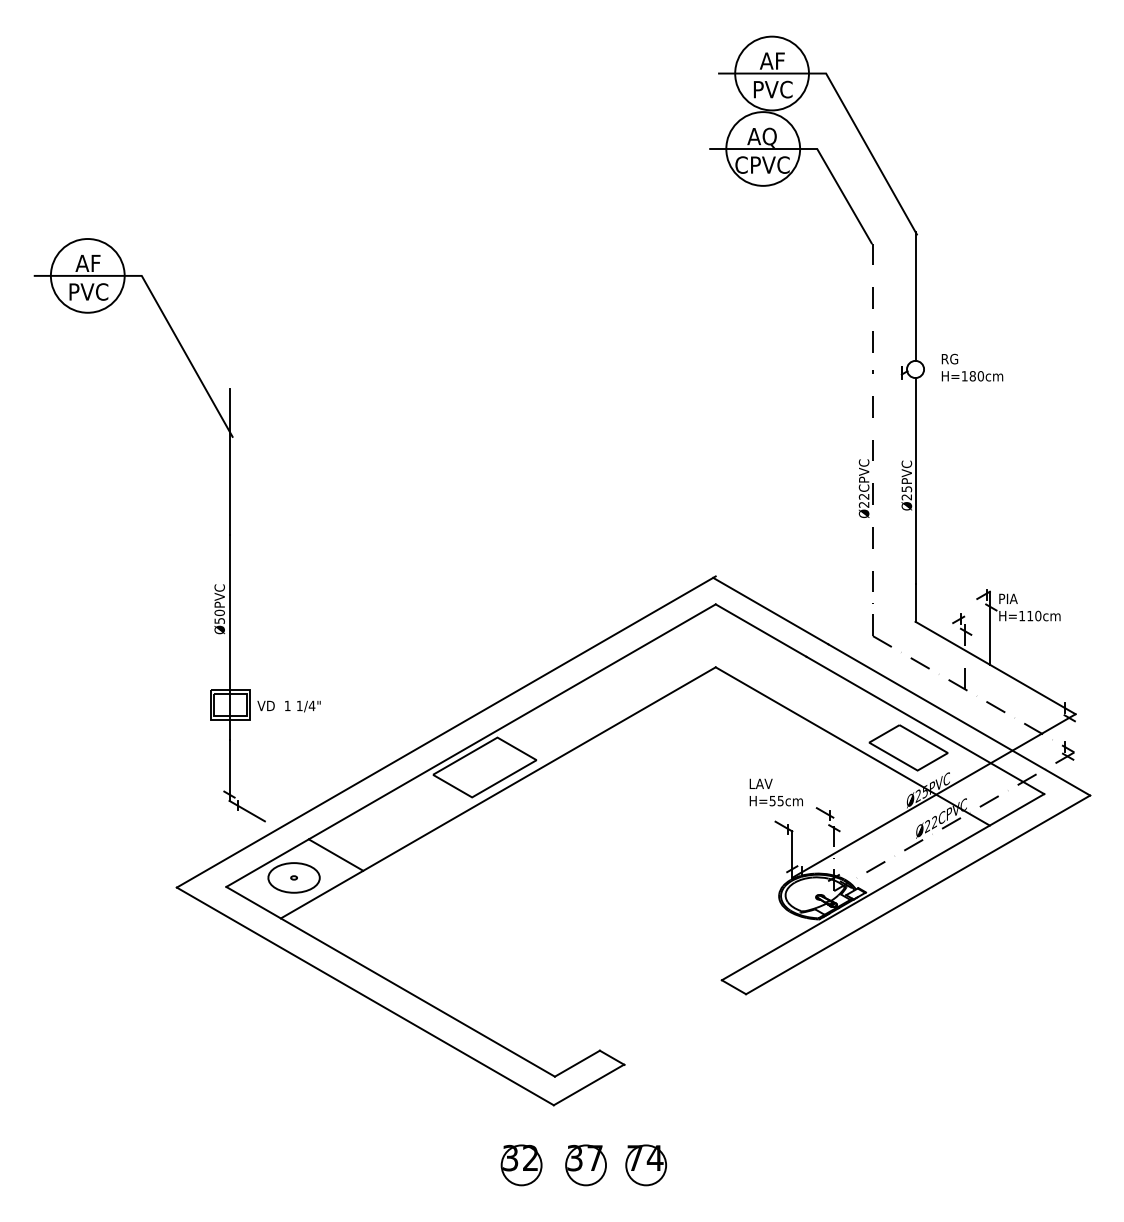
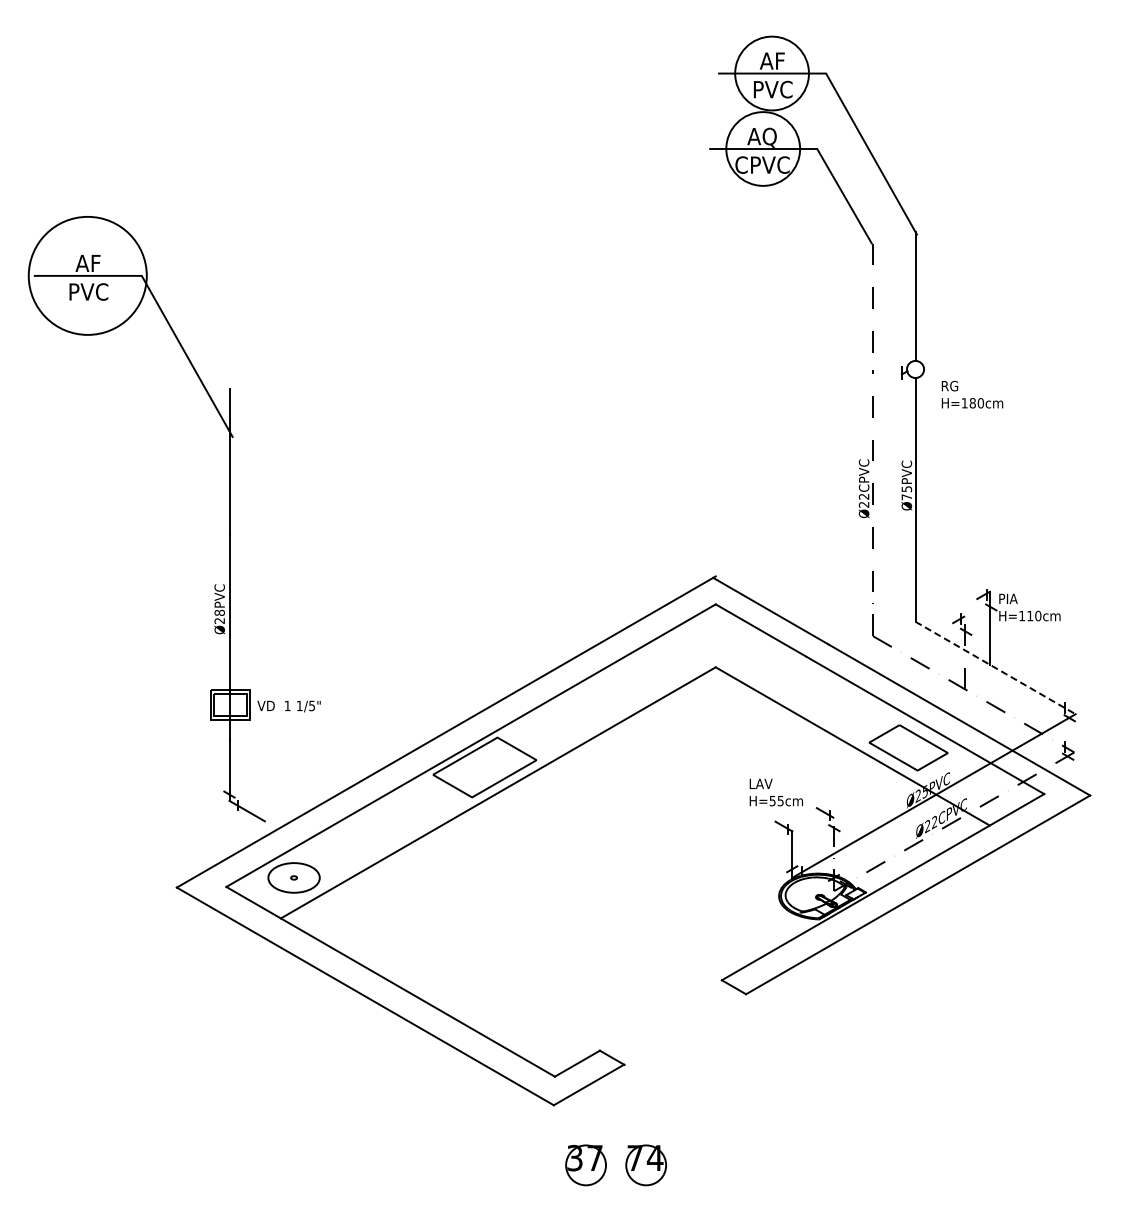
circle at (87, 275) diameter: 74 px -> 118 px
text at (972, 367) position: (972, 367) -> (972, 394)
text at (906, 497): Ø25PVC -> Ø75PVC
text at (219, 616): Ø50PVC -> Ø28PVC
line at (996, 668): solid -> dashed
text at (311, 705): 1/4" -> 1/5"
line at (335, 854): present -> none
part at (521, 1165): present -> none
